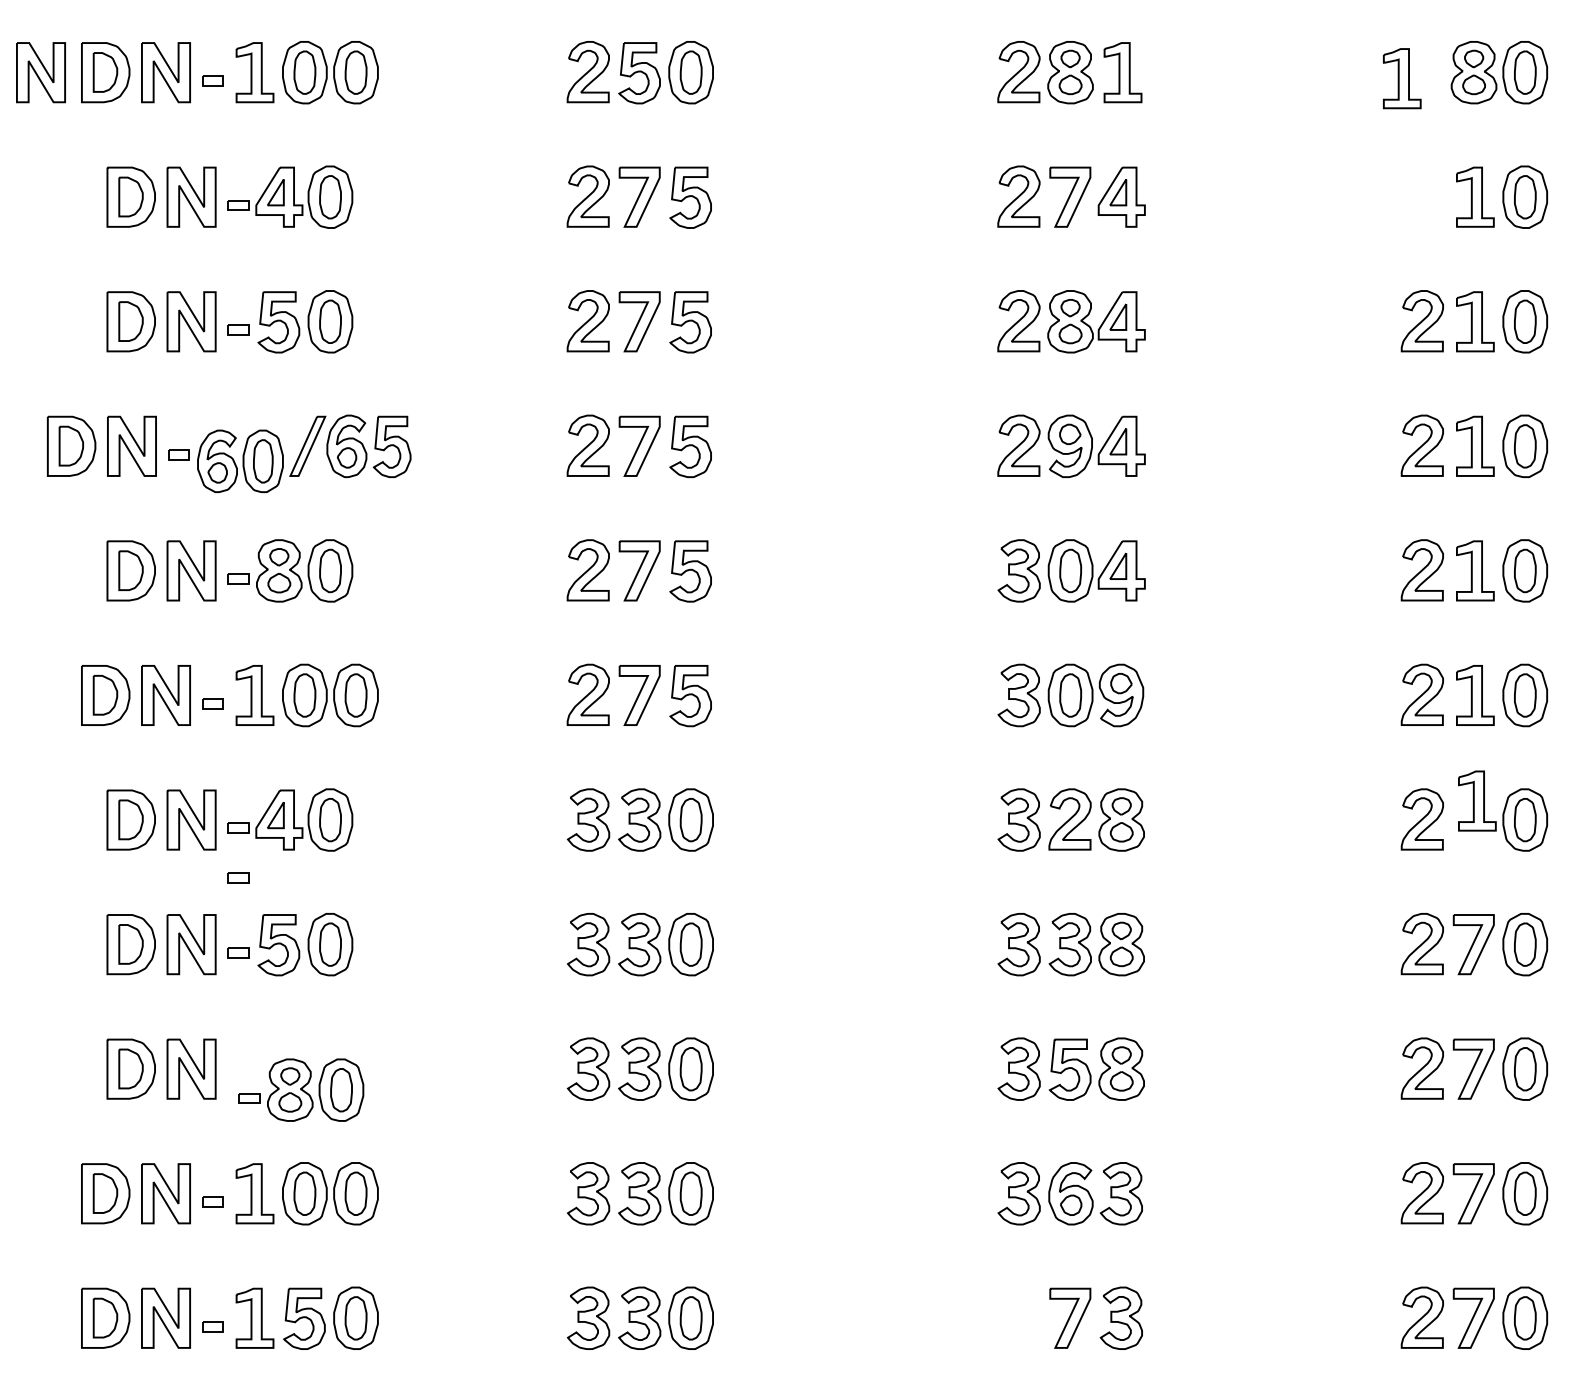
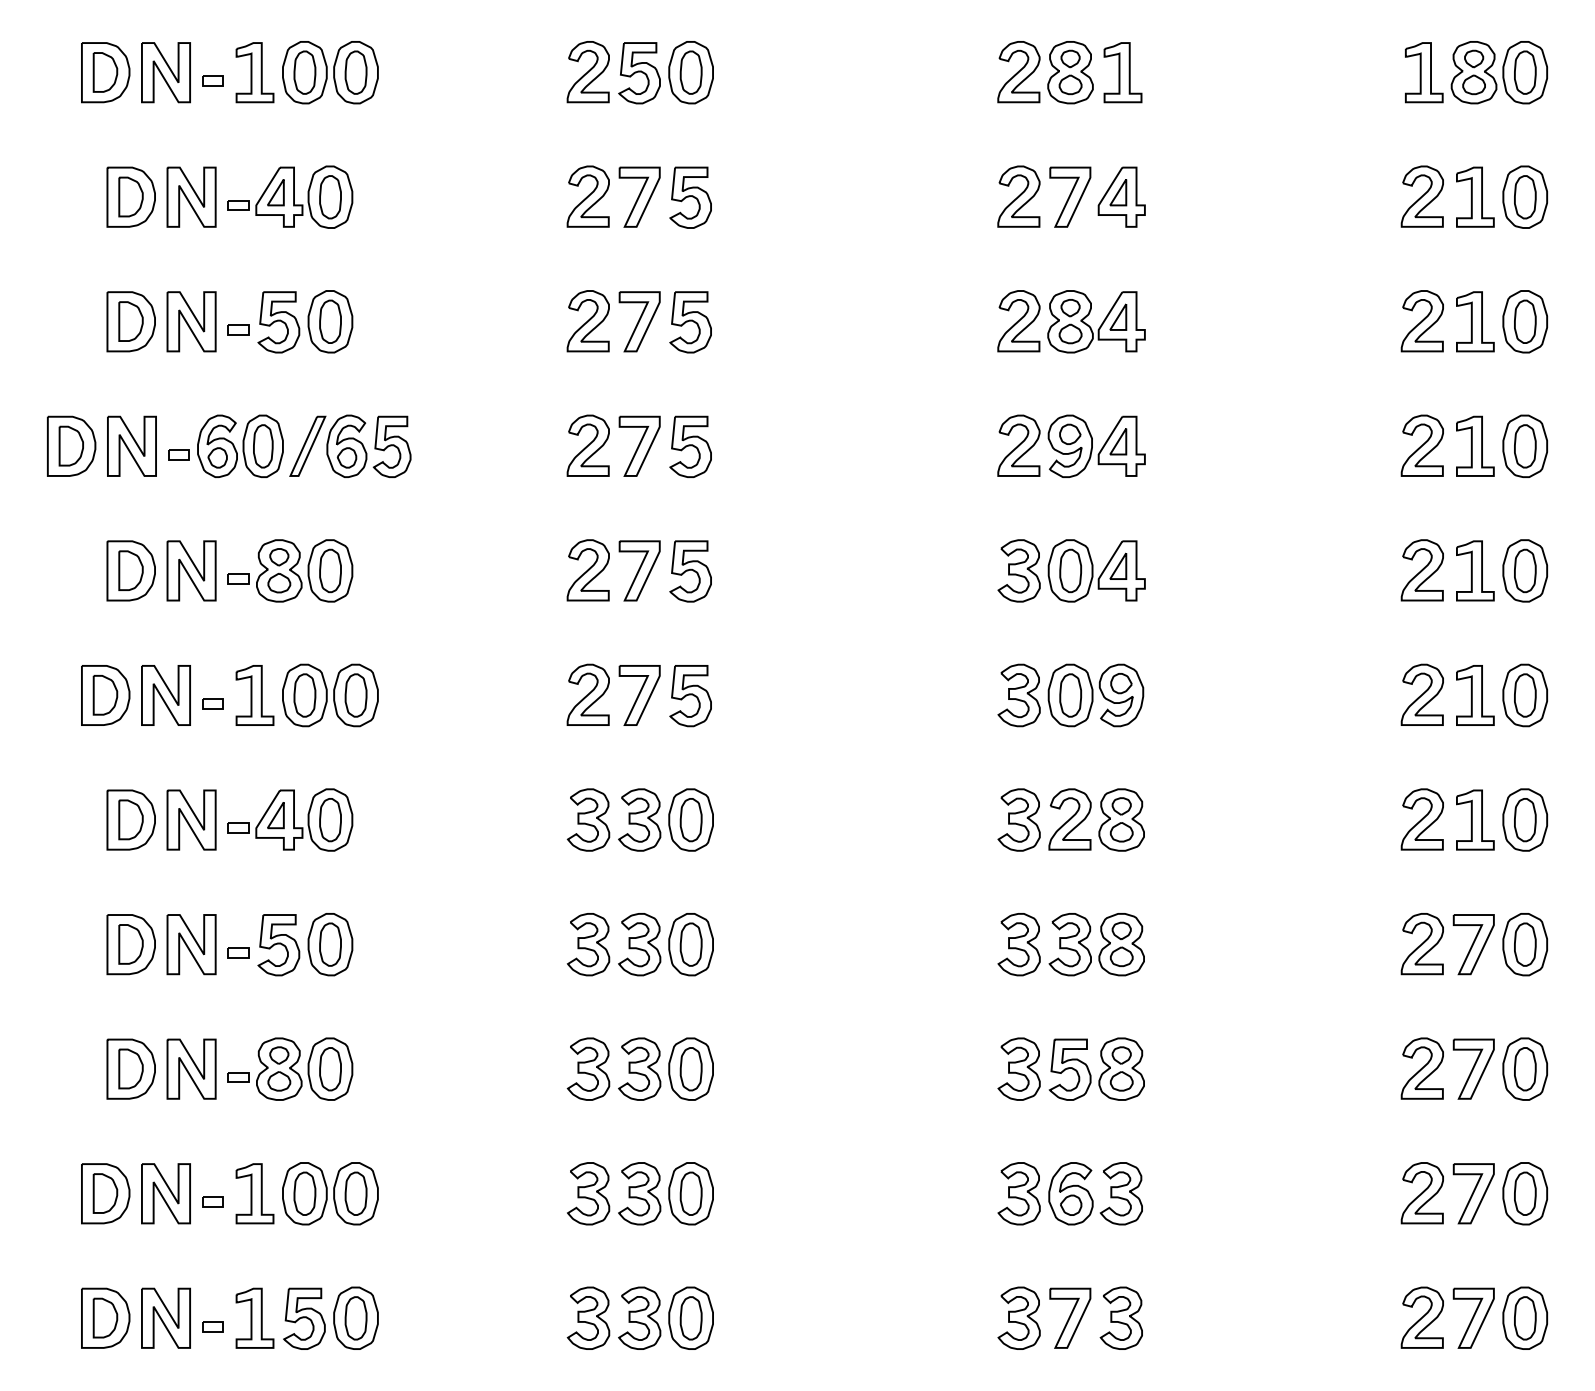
part at (40, 72): present -> none
part at (1402, 78) position: (1402, 78) -> (1424, 72)
part at (1421, 196): none -> present
part at (240, 460) position: (240, 460) -> (240, 445)
part at (1477, 800) position: (1477, 800) -> (1475, 819)
part at (238, 877): present -> none
part at (301, 1089) position: (301, 1089) -> (290, 1068)
part at (1018, 1317): none -> present
